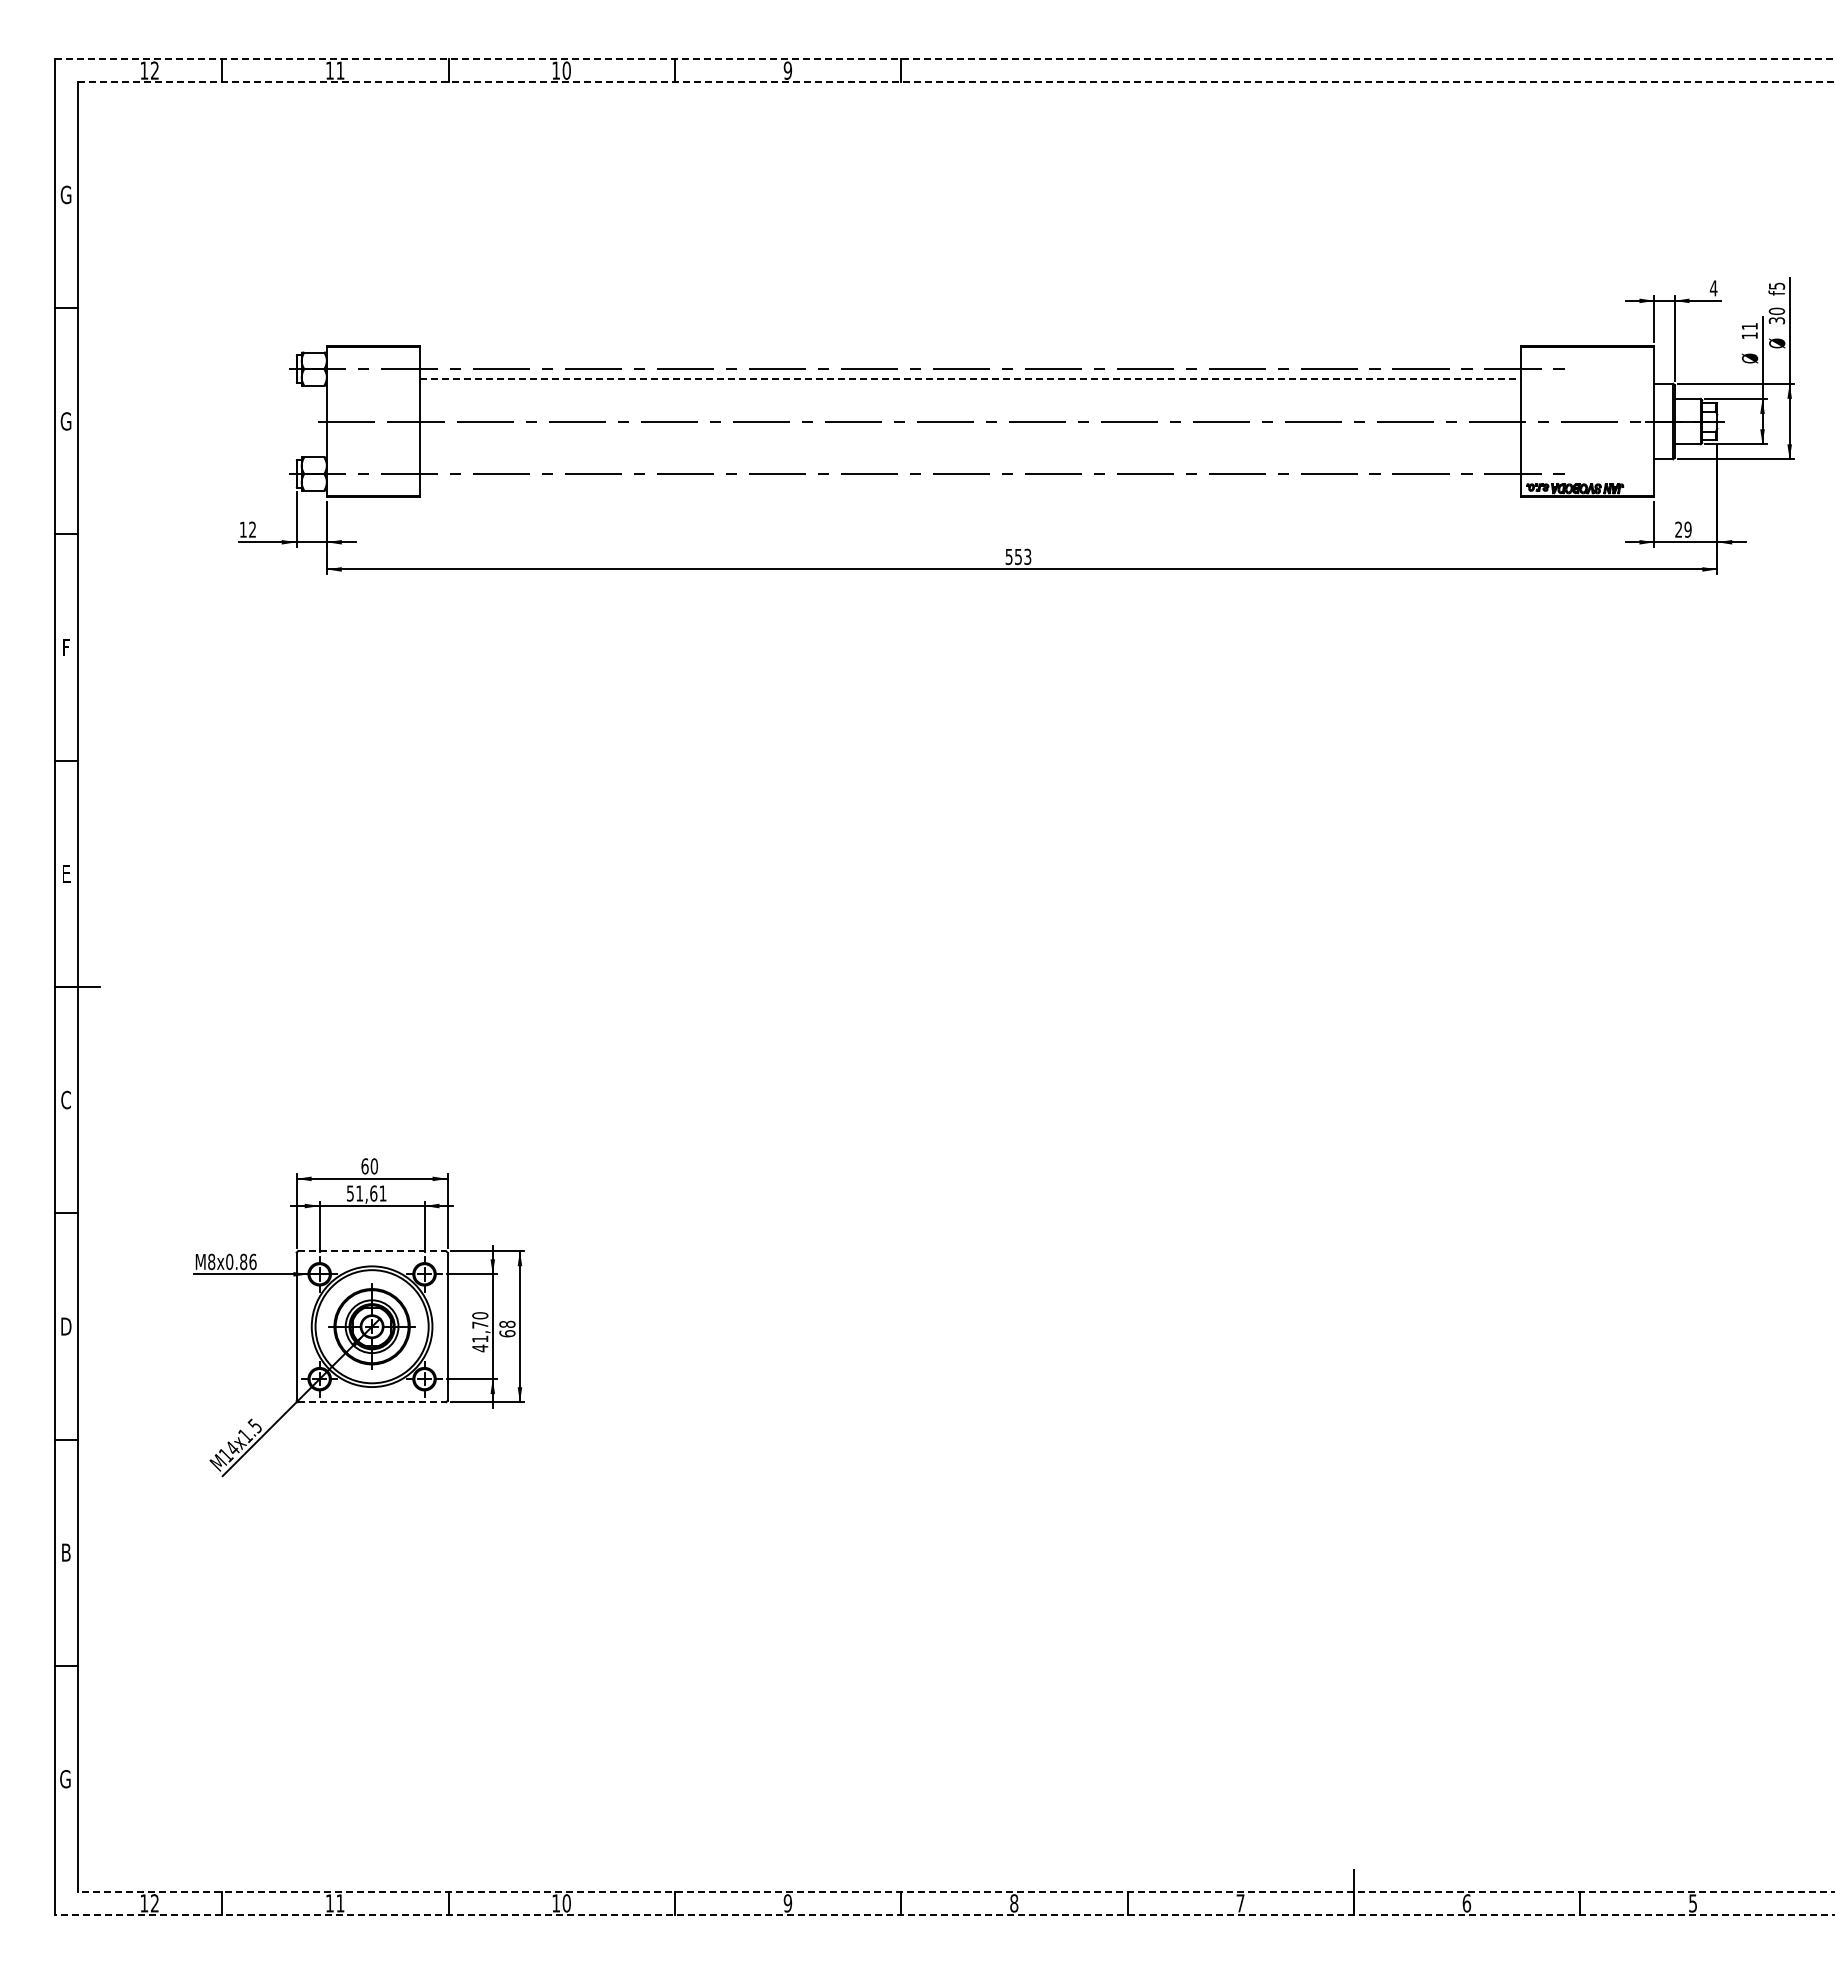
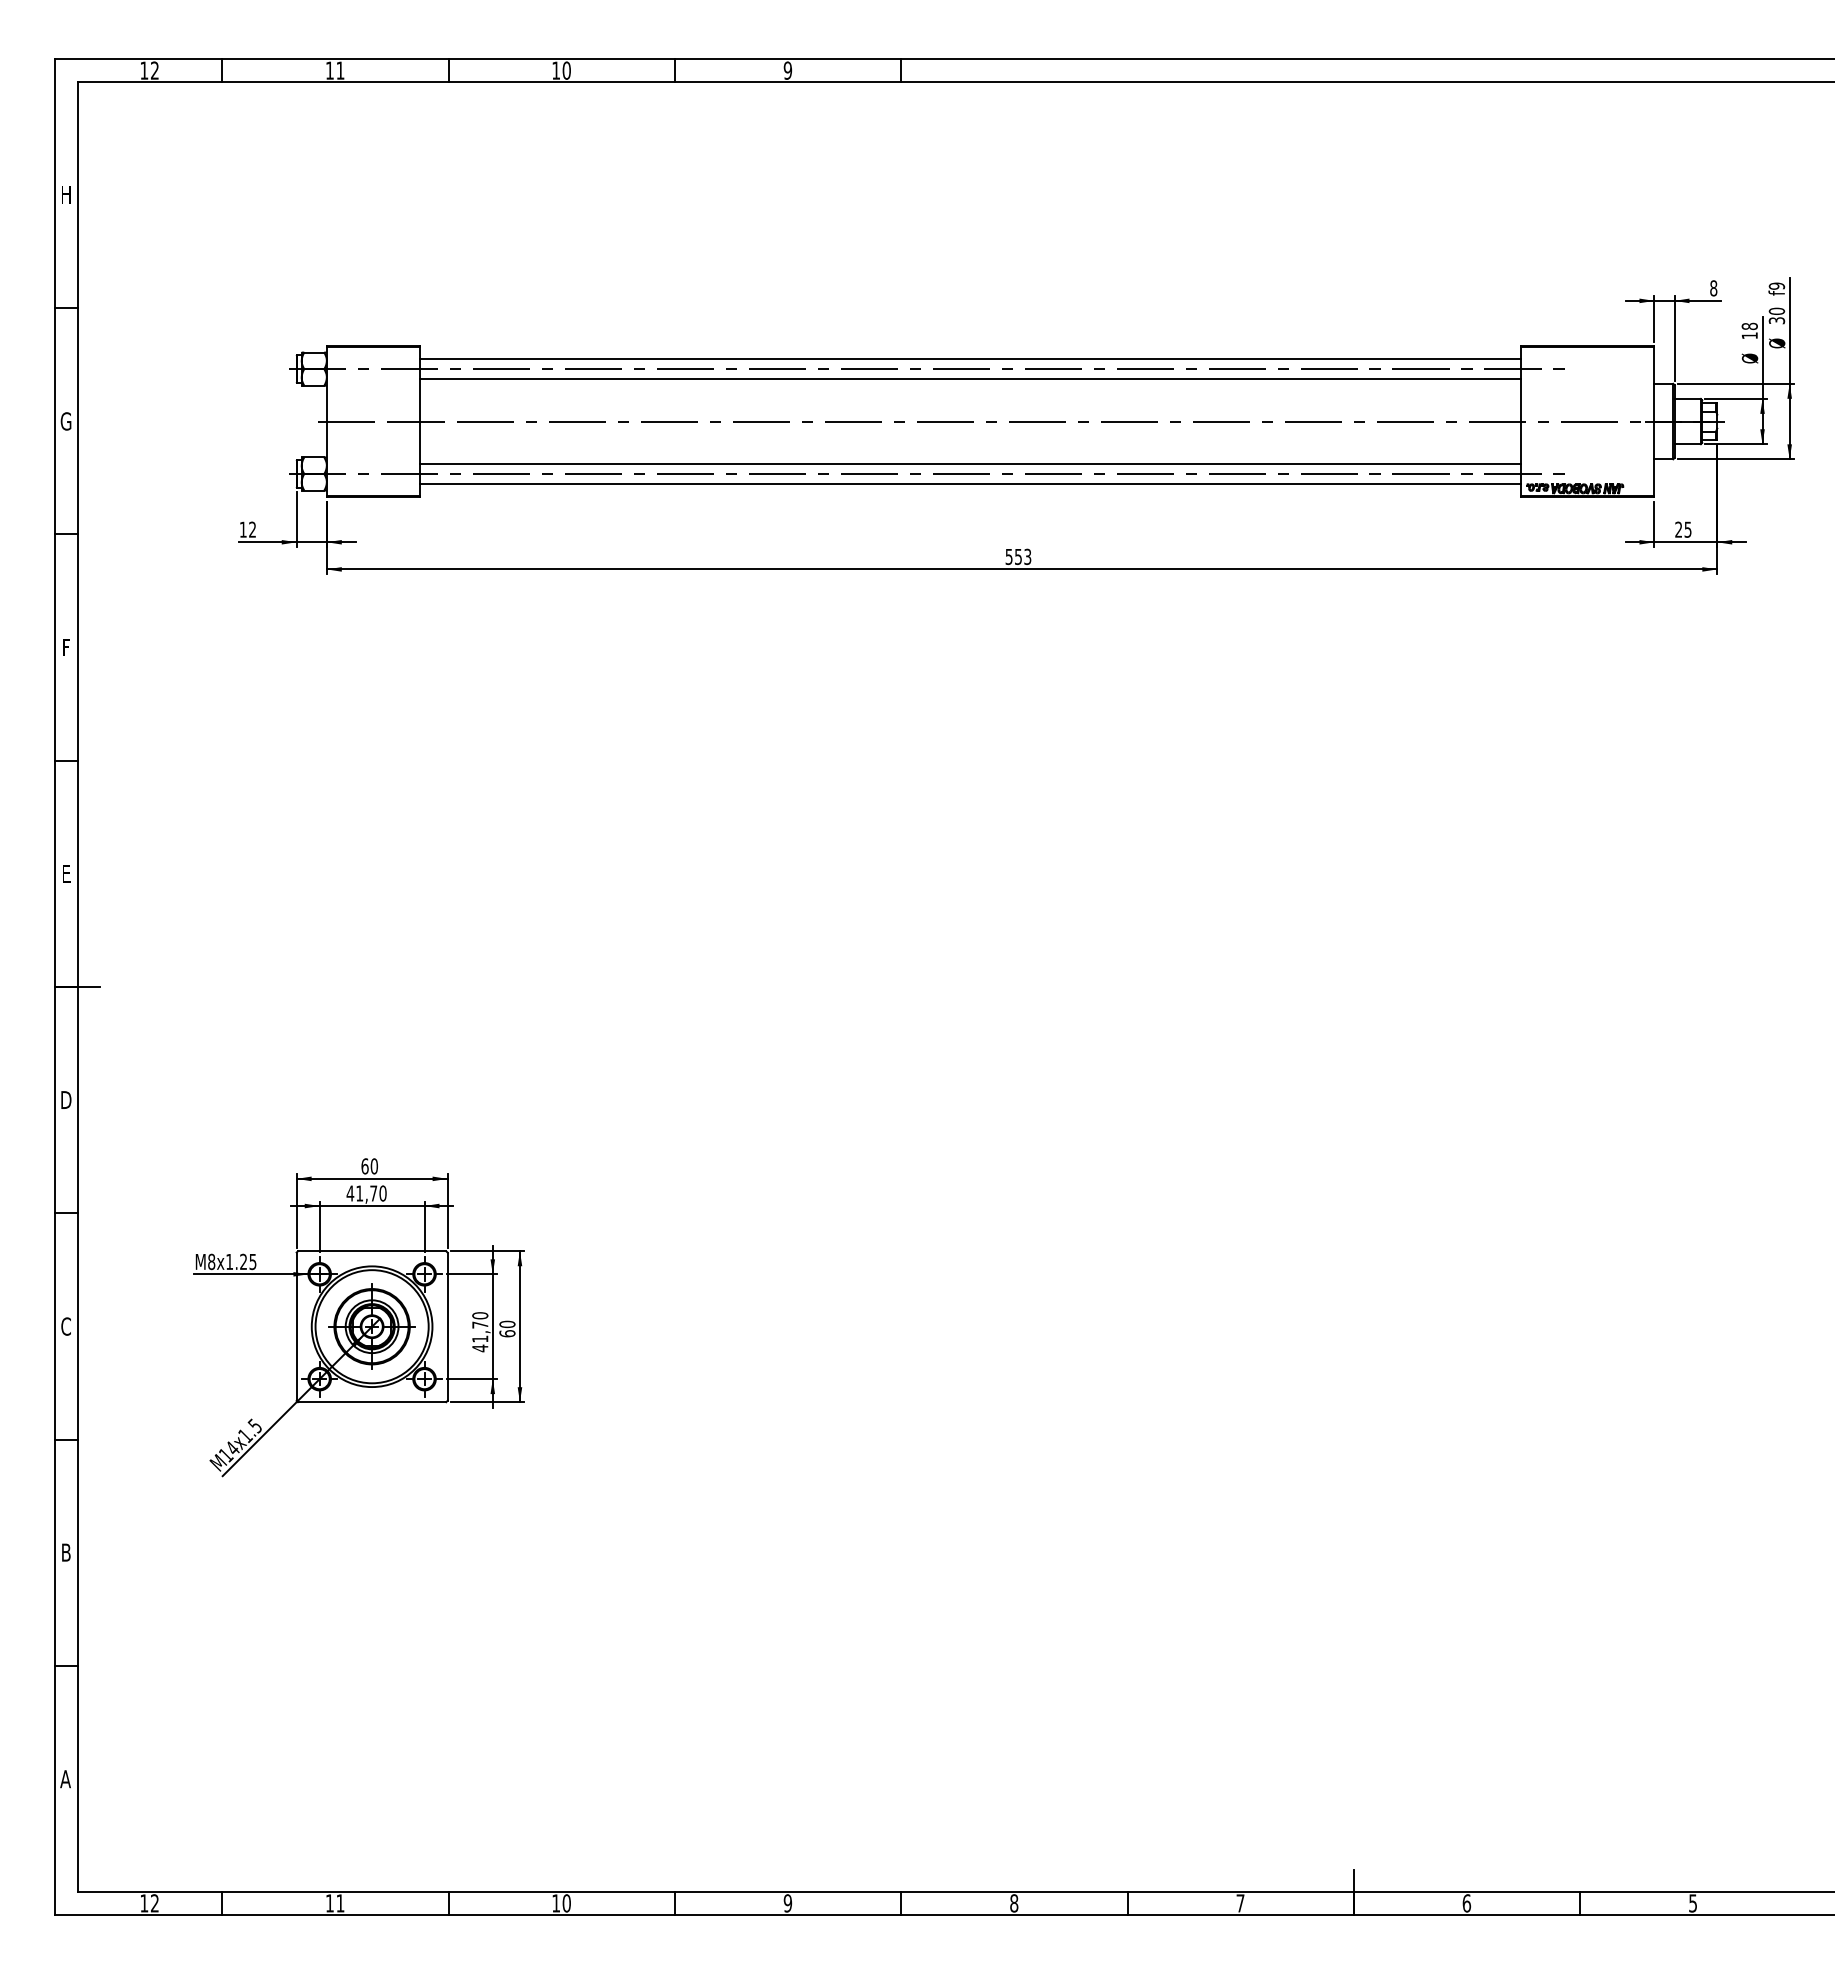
line at (944, 59): dashed -> solid
line at (956, 81): dashed -> solid
text at (65, 194): G -> H
text at (1776, 285): f5 -> f9
text at (1713, 288): 4 -> 8
text at (1749, 326): 11 -> 18
line at (970, 359): none -> present
line at (970, 379): dashed -> solid
line at (970, 463): none -> present
line at (970, 484): none -> present
text at (1687, 529): 29 -> 25
text at (66, 1099): C -> D
text at (366, 1193): 51,61 -> 41,70
line at (372, 1251): dashed -> solid
text at (241, 1261): M8x0.86 -> M8x1.25
text at (507, 1324): 68 -> 60
text at (66, 1326): D -> C
line at (372, 1402): dashed -> solid
text at (65, 1779): G -> A
line at (955, 1892): dashed -> solid
line at (944, 1914): dashed -> solid
